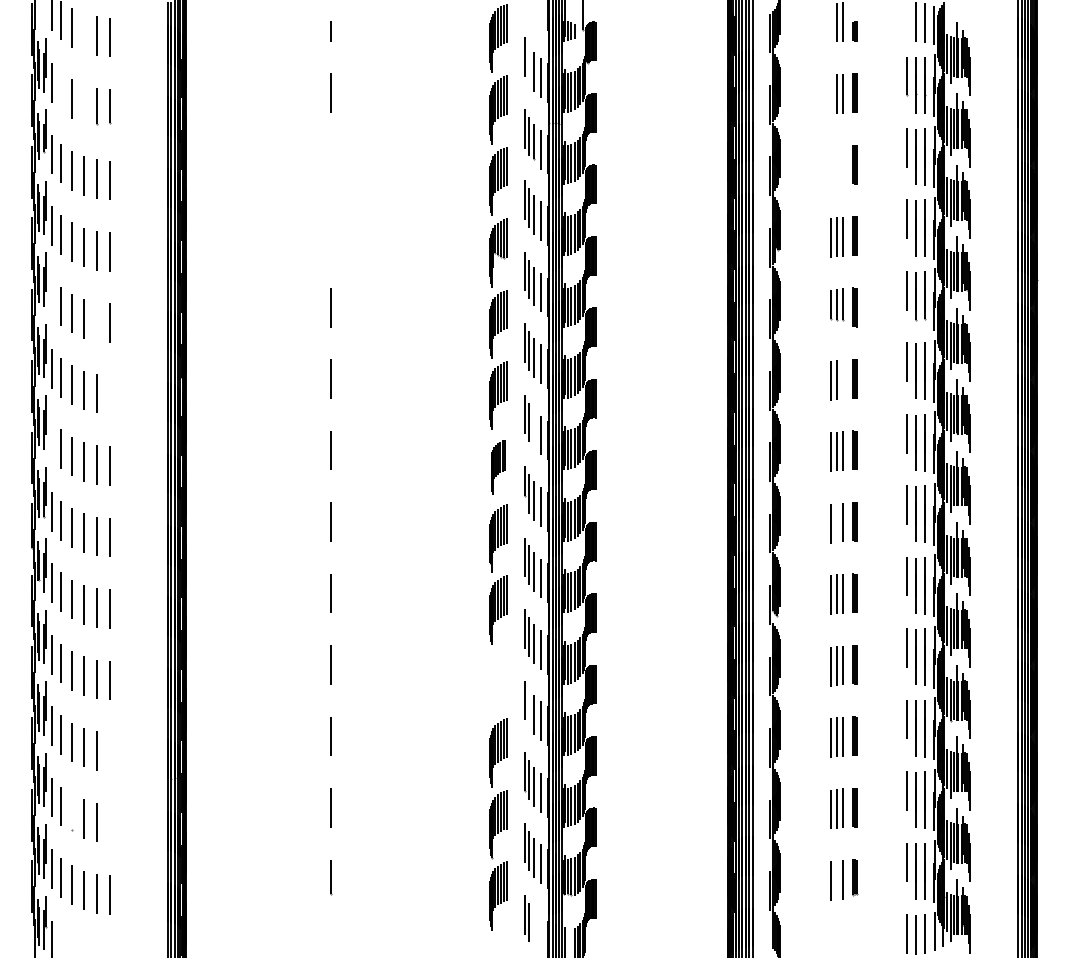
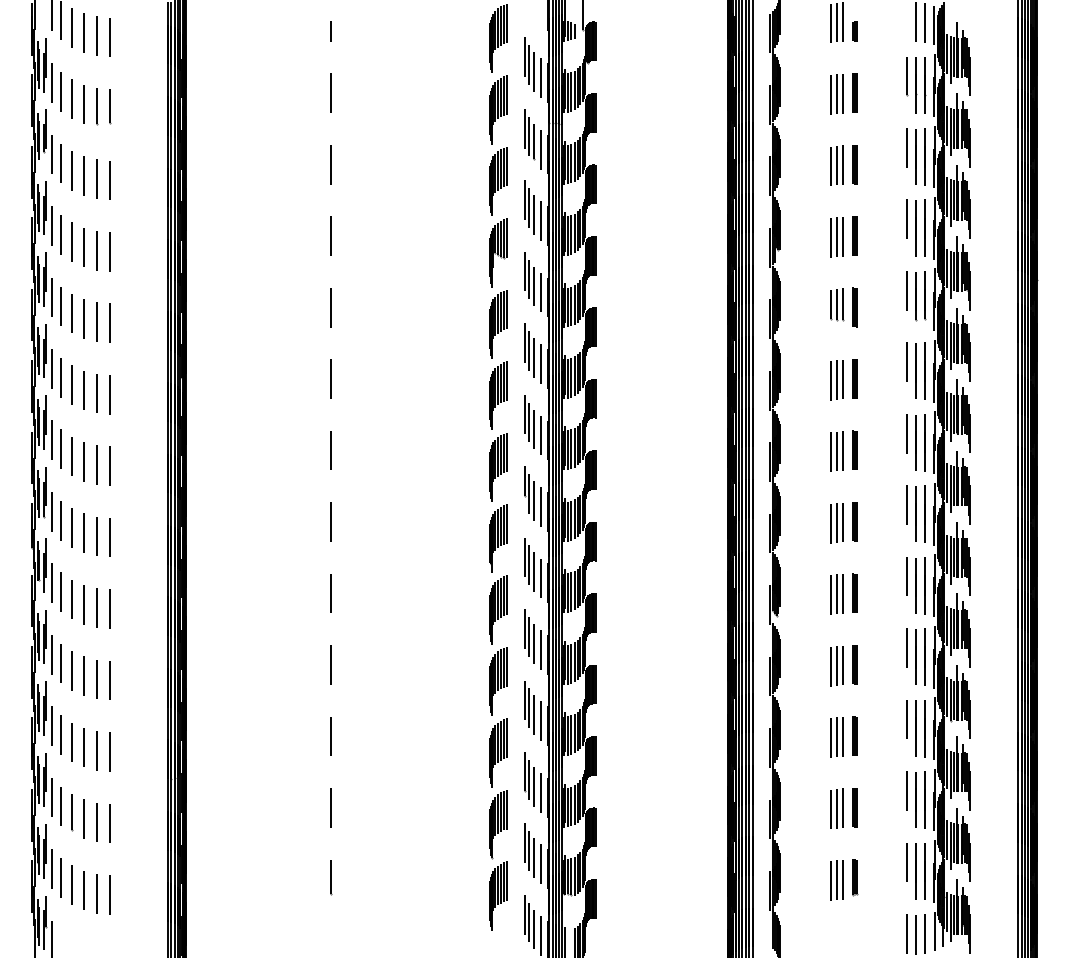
line at (831, 23): none -> present
line at (83, 32): none -> present
line at (528, 64): none -> present
line at (61, 91): none -> present
line at (831, 94): none -> present
line at (84, 104): none -> present
line at (330, 164): none -> present
part at (836, 165): none -> present
line at (331, 236): none -> present
line at (51, 297): none -> present
line at (96, 322): none -> present
line at (843, 379): none -> present
line at (109, 394): none -> present
line at (534, 429): none -> present
line at (51, 440): none -> present
part at (498, 467) size: 15x55 px -> 19x69 px
line at (837, 522): none -> present
part at (498, 681): none -> present
line at (528, 708): none -> present
line at (109, 751): none -> present
line at (72, 811): none -> present
line at (109, 823): none -> present
line at (837, 879): none -> present
line at (534, 929): none -> present
line at (540, 934): none -> present
